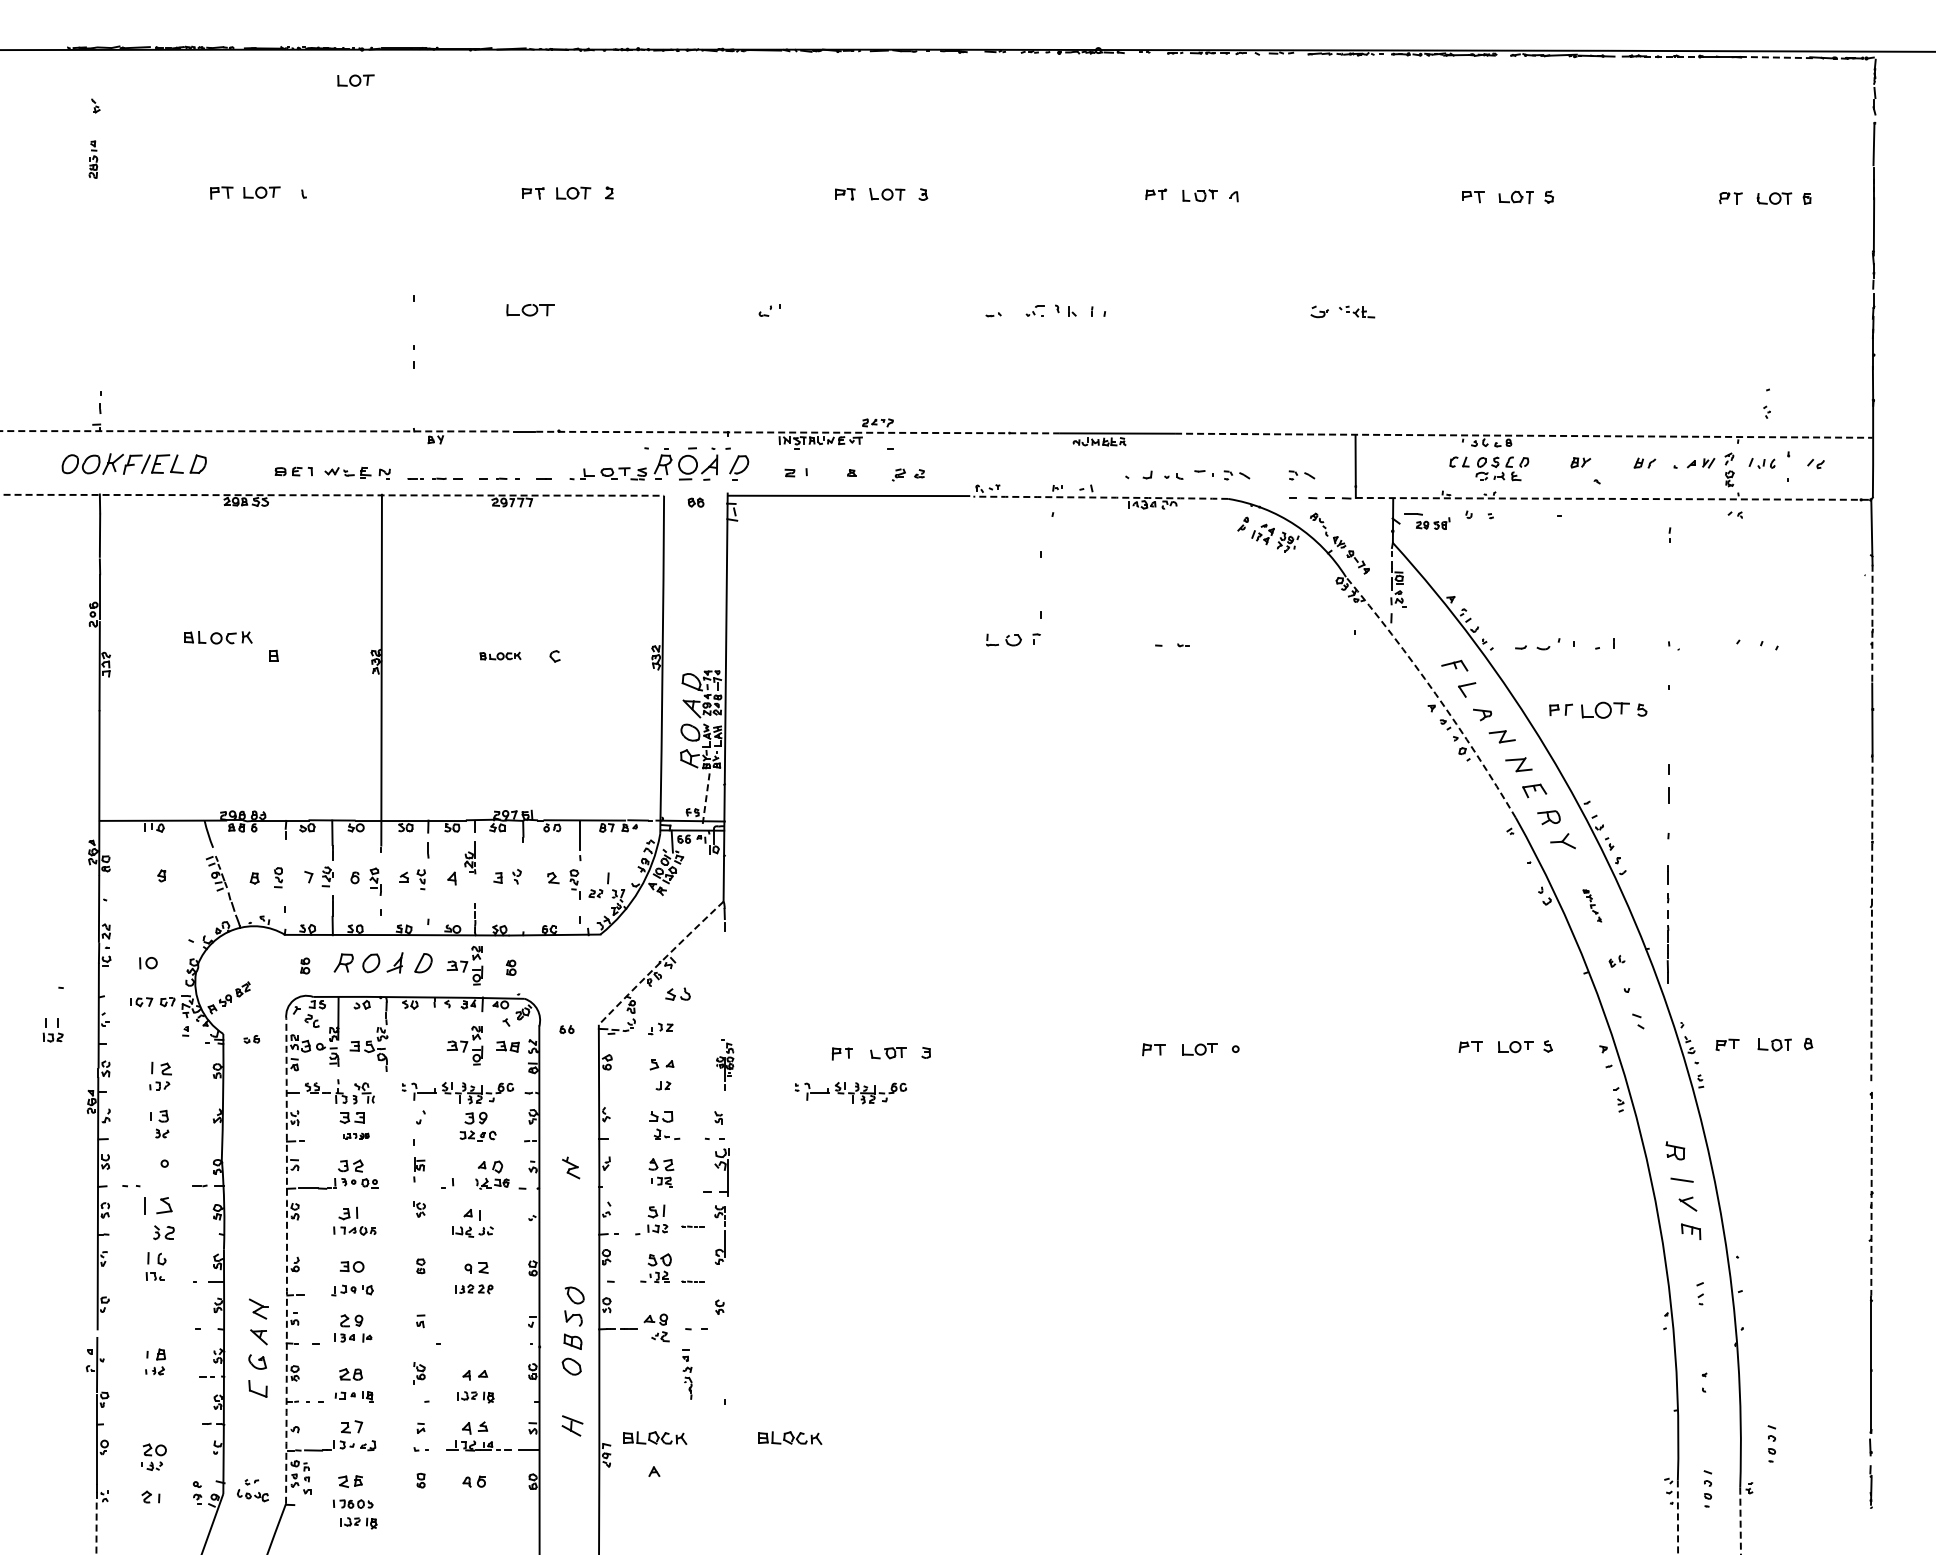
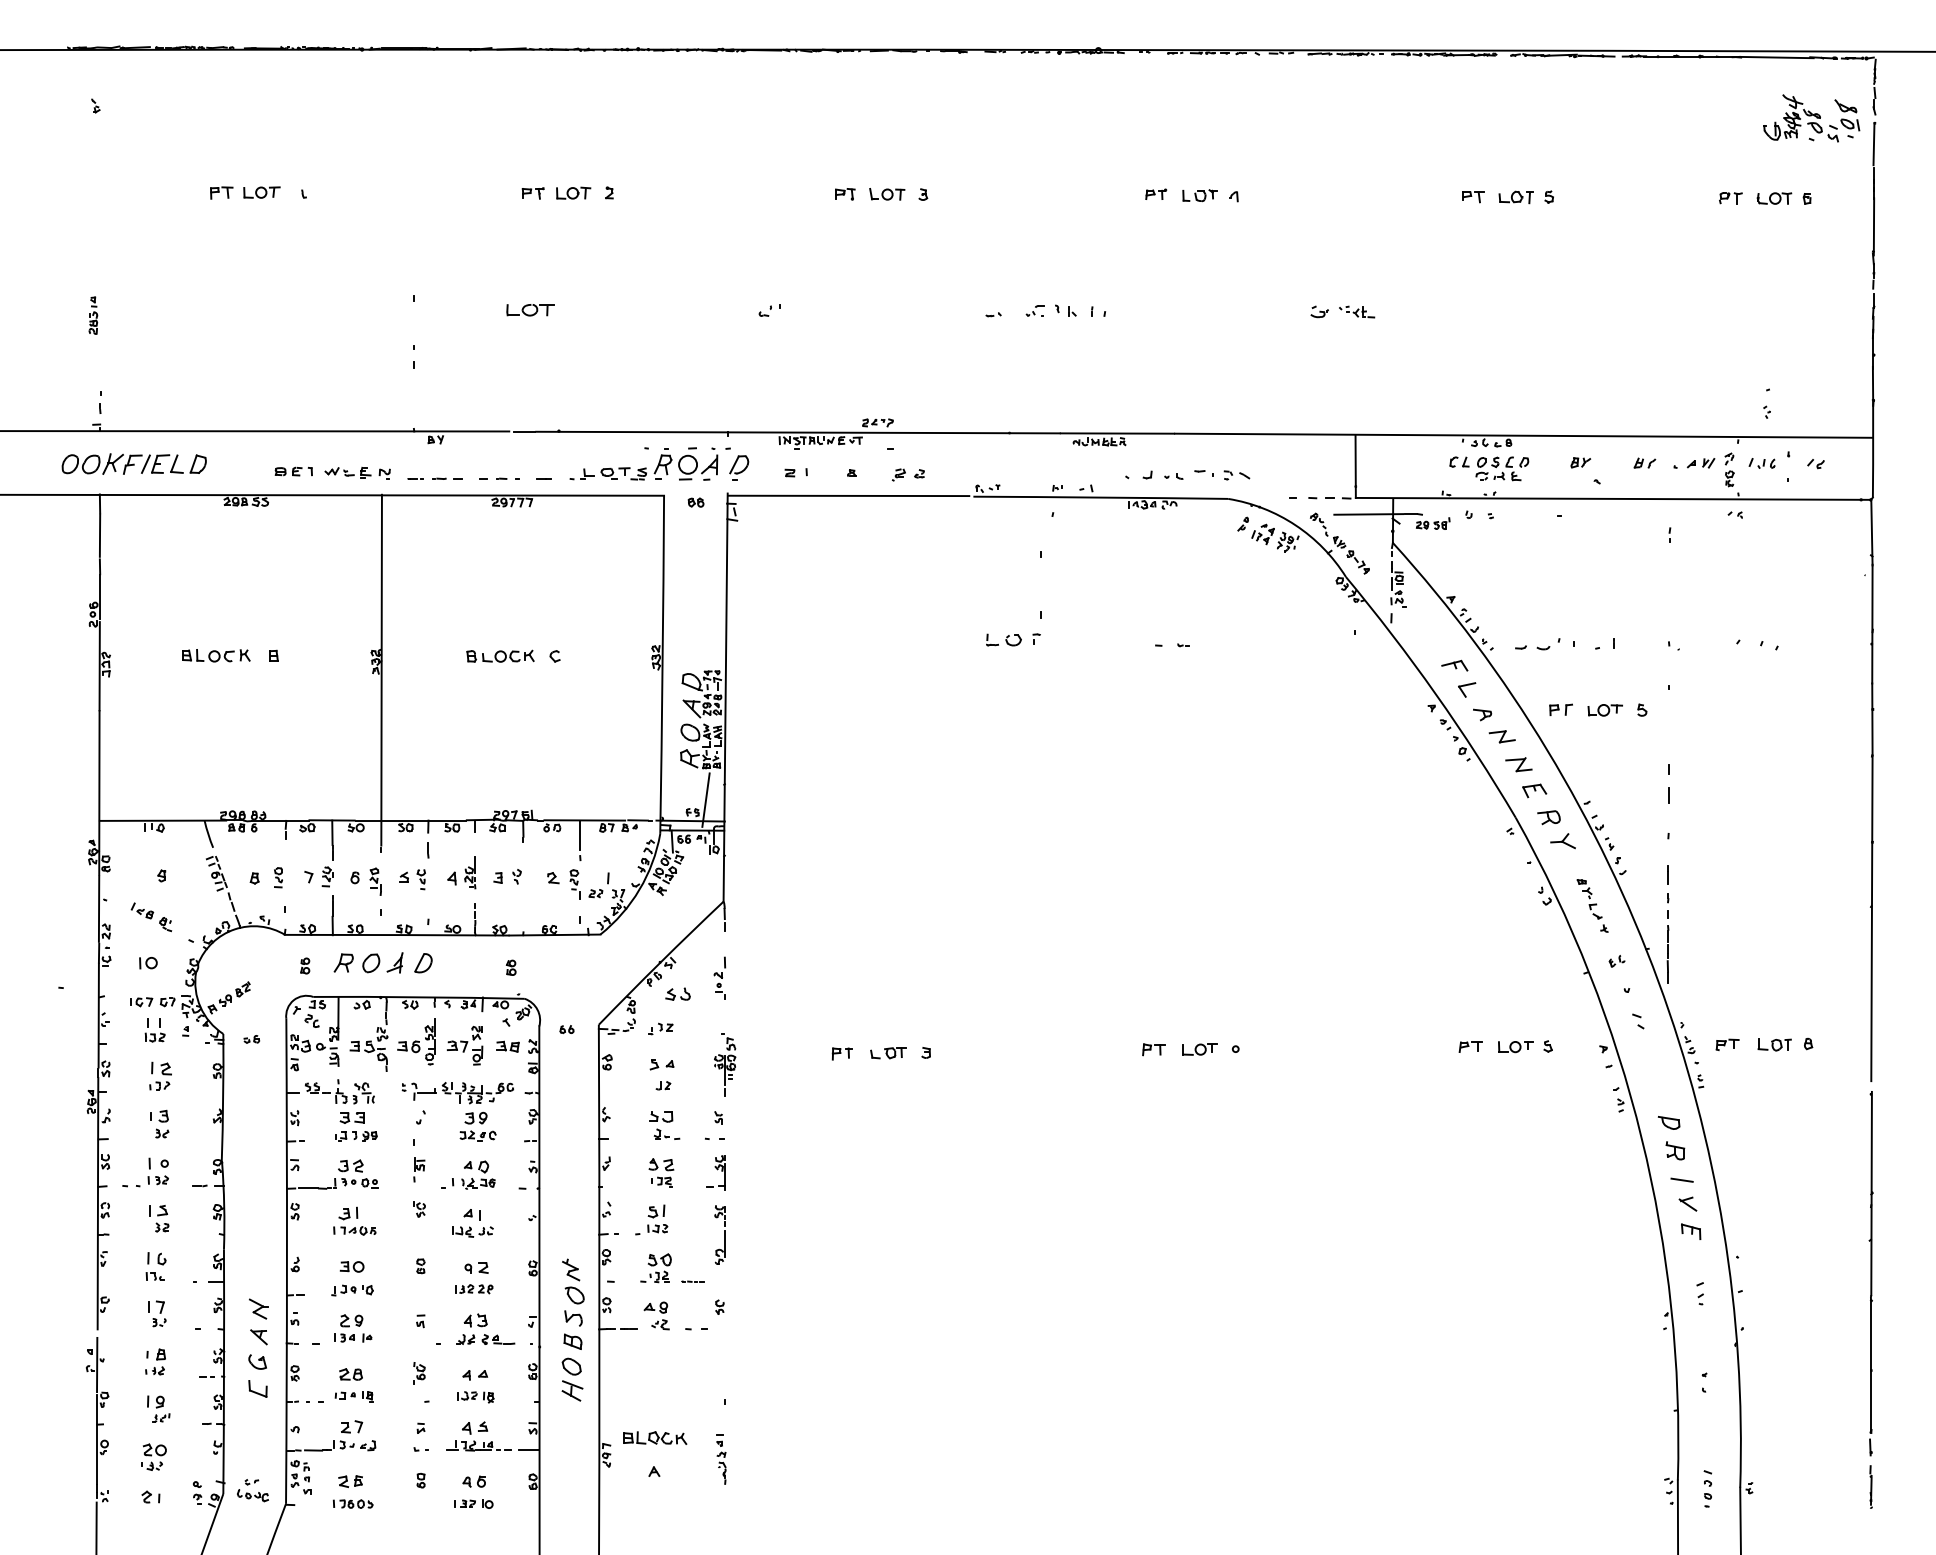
line at (1673, 56): dashed -> solid
line at (1776, 57): dashed -> solid
part at (355, 80): present -> none
part at (1811, 118): none -> present
part at (93, 159) position: (93, 159) -> (93, 315)
line at (254, 431): dashed -> solid
line at (797, 432): dashed -> solid
line at (1523, 435): dashed -> solid
part at (1301, 475): present -> none
line at (332, 495): dashed -> solid
arc at (1100, 497): dashed -> solid
line at (1613, 498): dashed -> solid
line at (1368, 514): none -> present
line at (1872, 624): dashed -> solid
part at (218, 637) position: (218, 637) -> (216, 655)
part at (500, 655) size: 43x10 px -> 69x14 px
arc at (1435, 694): dashed -> solid
part at (1605, 709) size: 49x18 px -> 36x13 px
line at (706, 800): dashed -> solid
part at (470, 857) position: (470, 857) -> (470, 872)
part at (1592, 905) size: 21x34 px -> 33x54 px
part at (151, 917): none -> present
line at (1871, 918): dashed -> solid
arc at (660, 962): dashed -> solid
part at (464, 965): present -> none
part at (719, 977): none -> present
part at (52, 1030) position: (52, 1030) -> (154, 1030)
part at (416, 1041): none -> present
part at (725, 1064) size: 19x52 px -> 23x64 px
part at (850, 1093): present -> none
part at (1668, 1122): none -> present
part at (356, 1135) size: 27x8 px -> 43x11 px
part at (571, 1167) position: (571, 1167) -> (571, 1269)
part at (157, 1171): none -> present
part at (716, 1172) size: 27x49 px -> 20x36 px
part at (492, 1174) position: (492, 1174) -> (478, 1174)
line at (1871, 1193): dashed -> solid
part at (159, 1218) size: 31x44 px -> 21x28 px
line at (692, 1226): present -> none
arc at (286, 1261): dashed -> solid
part at (157, 1313): none -> present
part at (656, 1327) position: (656, 1327) -> (656, 1315)
part at (485, 1328): none -> present
part at (687, 1374) position: (687, 1374) -> (721, 1459)
part at (158, 1408): none -> present
part at (572, 1425) position: (572, 1425) -> (572, 1390)
part at (790, 1437): present -> none
part at (1771, 1443): present -> none
part at (473, 1503): none -> present
line at (1677, 1517): dashed -> solid
line at (1740, 1521): dashed -> solid
part at (358, 1523): present -> none
line at (96, 1528): dashed -> solid
